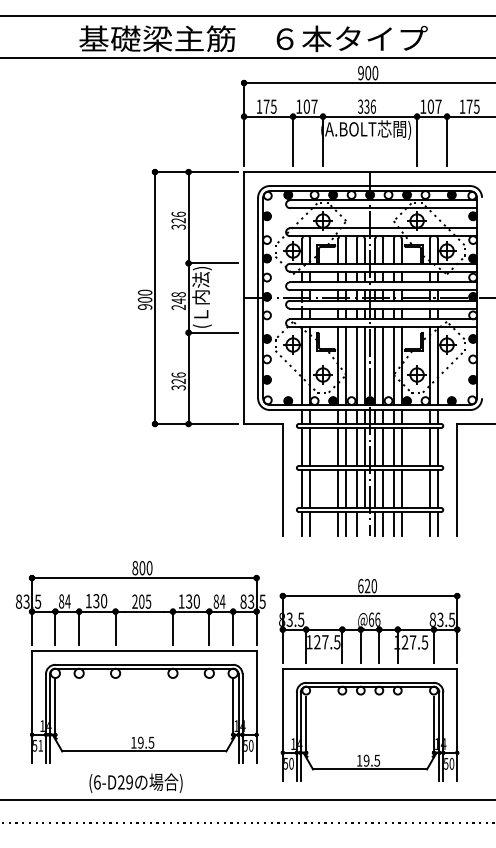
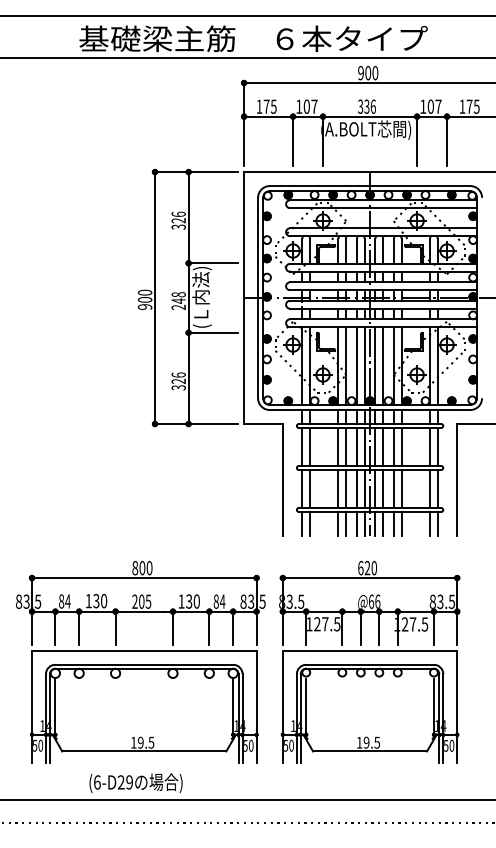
line at (364, 523): none -> present
part at (369, 680) position: (369, 680) -> (369, 662)
text at (40, 745): 51 -> 50
